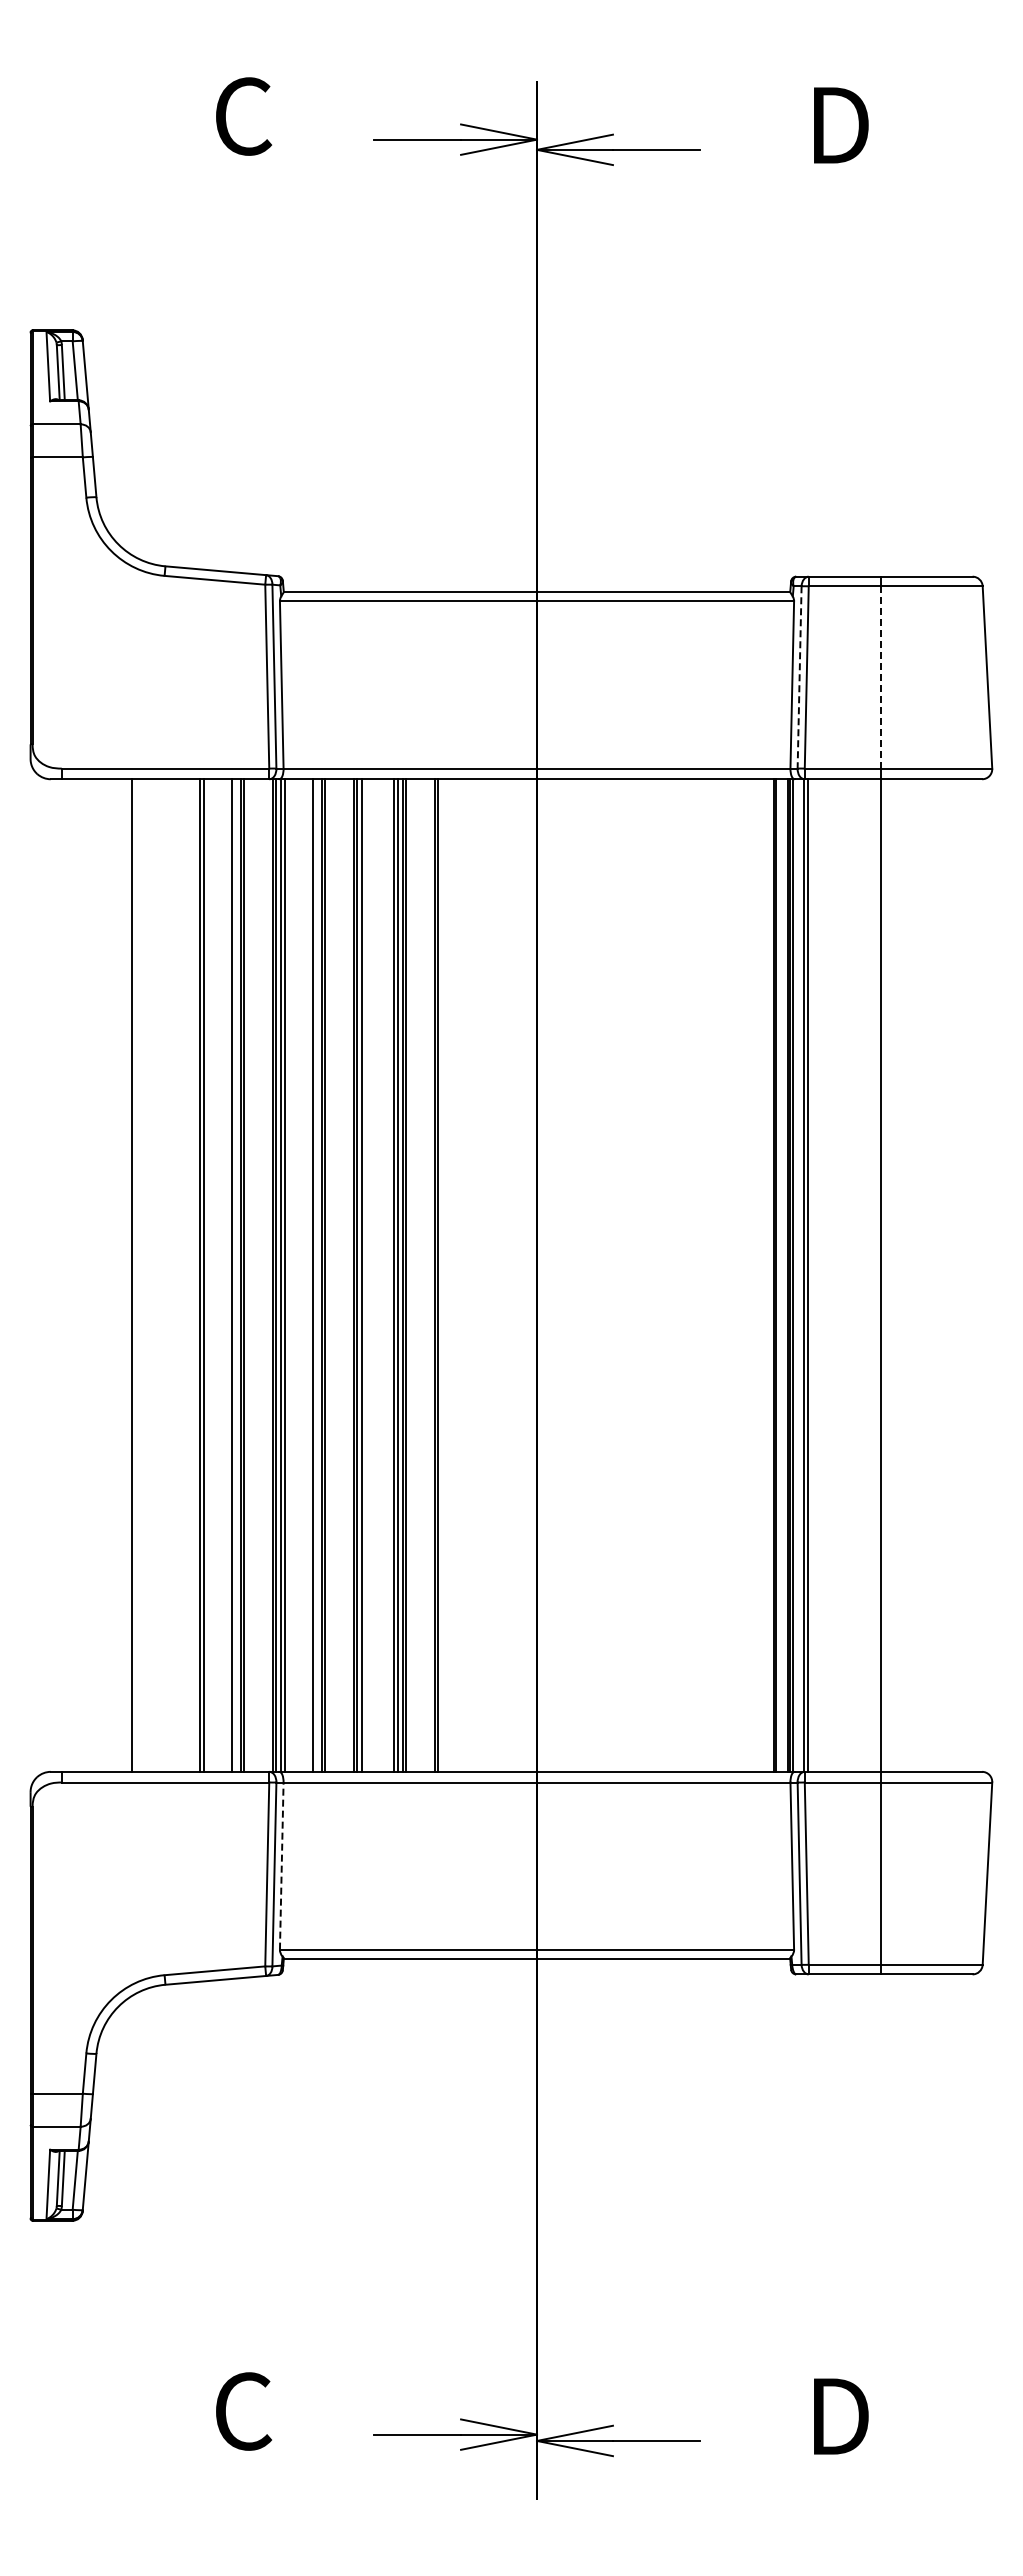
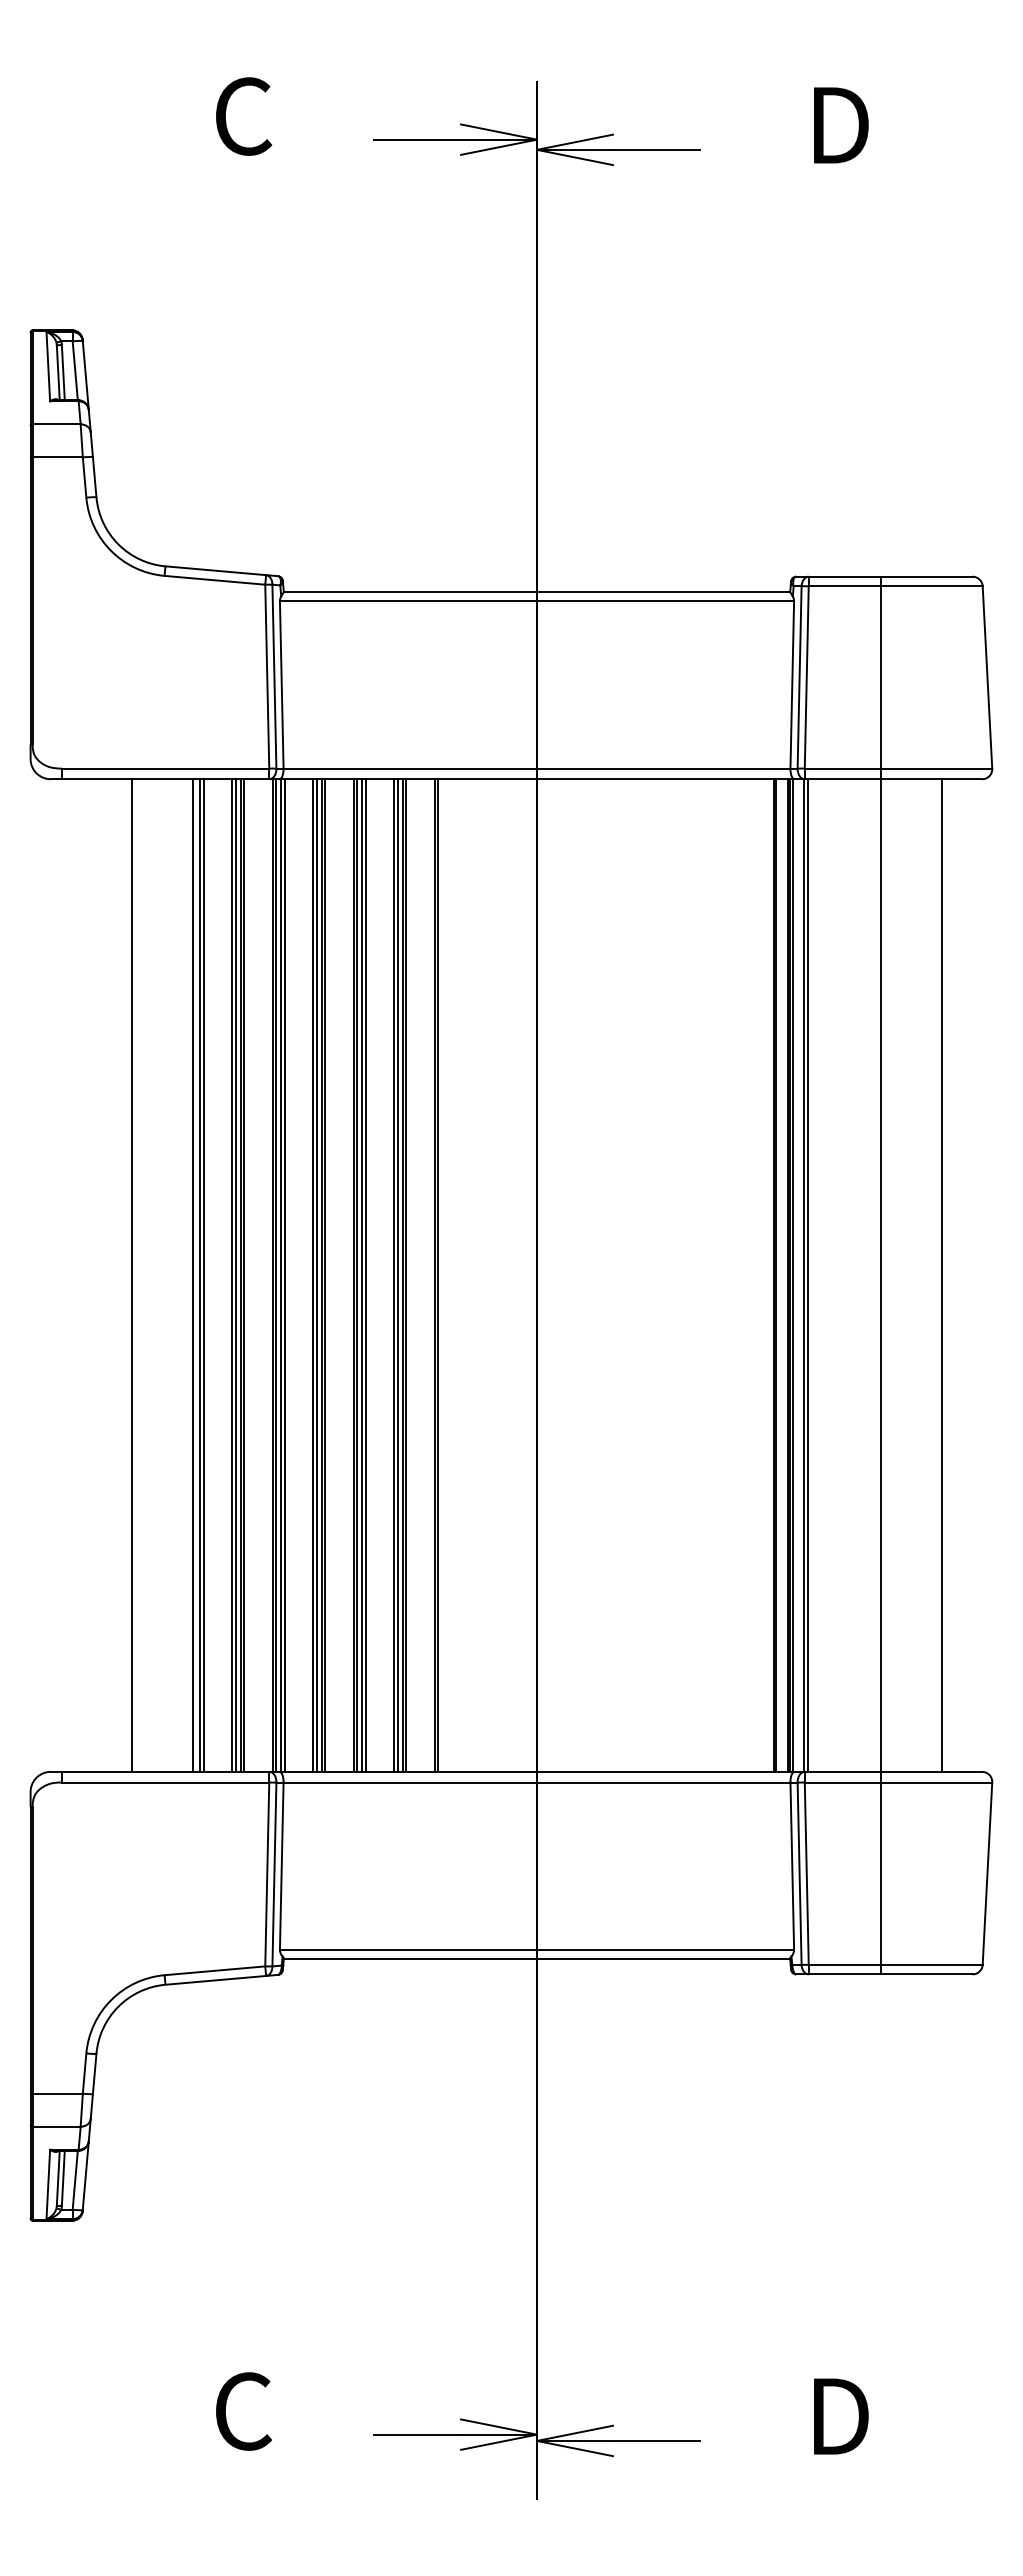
line at (881, 676): dashed -> solid
line at (799, 677): dashed -> solid
line at (192, 1275): none -> present
line at (235, 1275): none -> present
line at (316, 1275): none -> present
line at (365, 1275): none -> present
line at (942, 1275): none -> present
line at (281, 1866): dashed -> solid
